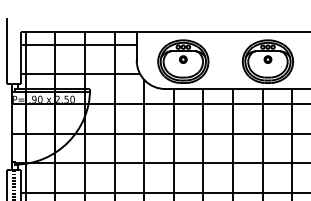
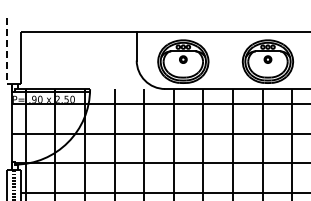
line at (6, 51): solid -> dashed
hatch at (82, 60): present -> none
